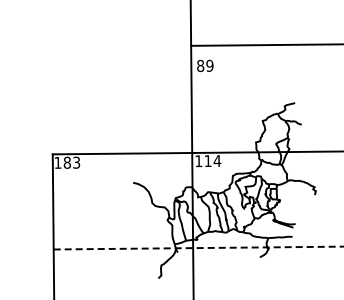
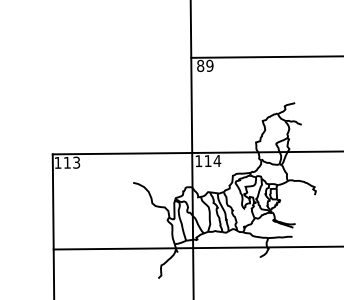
line at (265, 44) position: (265, 44) -> (265, 56)
text at (66, 162): 183 -> 113
line at (198, 248): dashed -> solid
